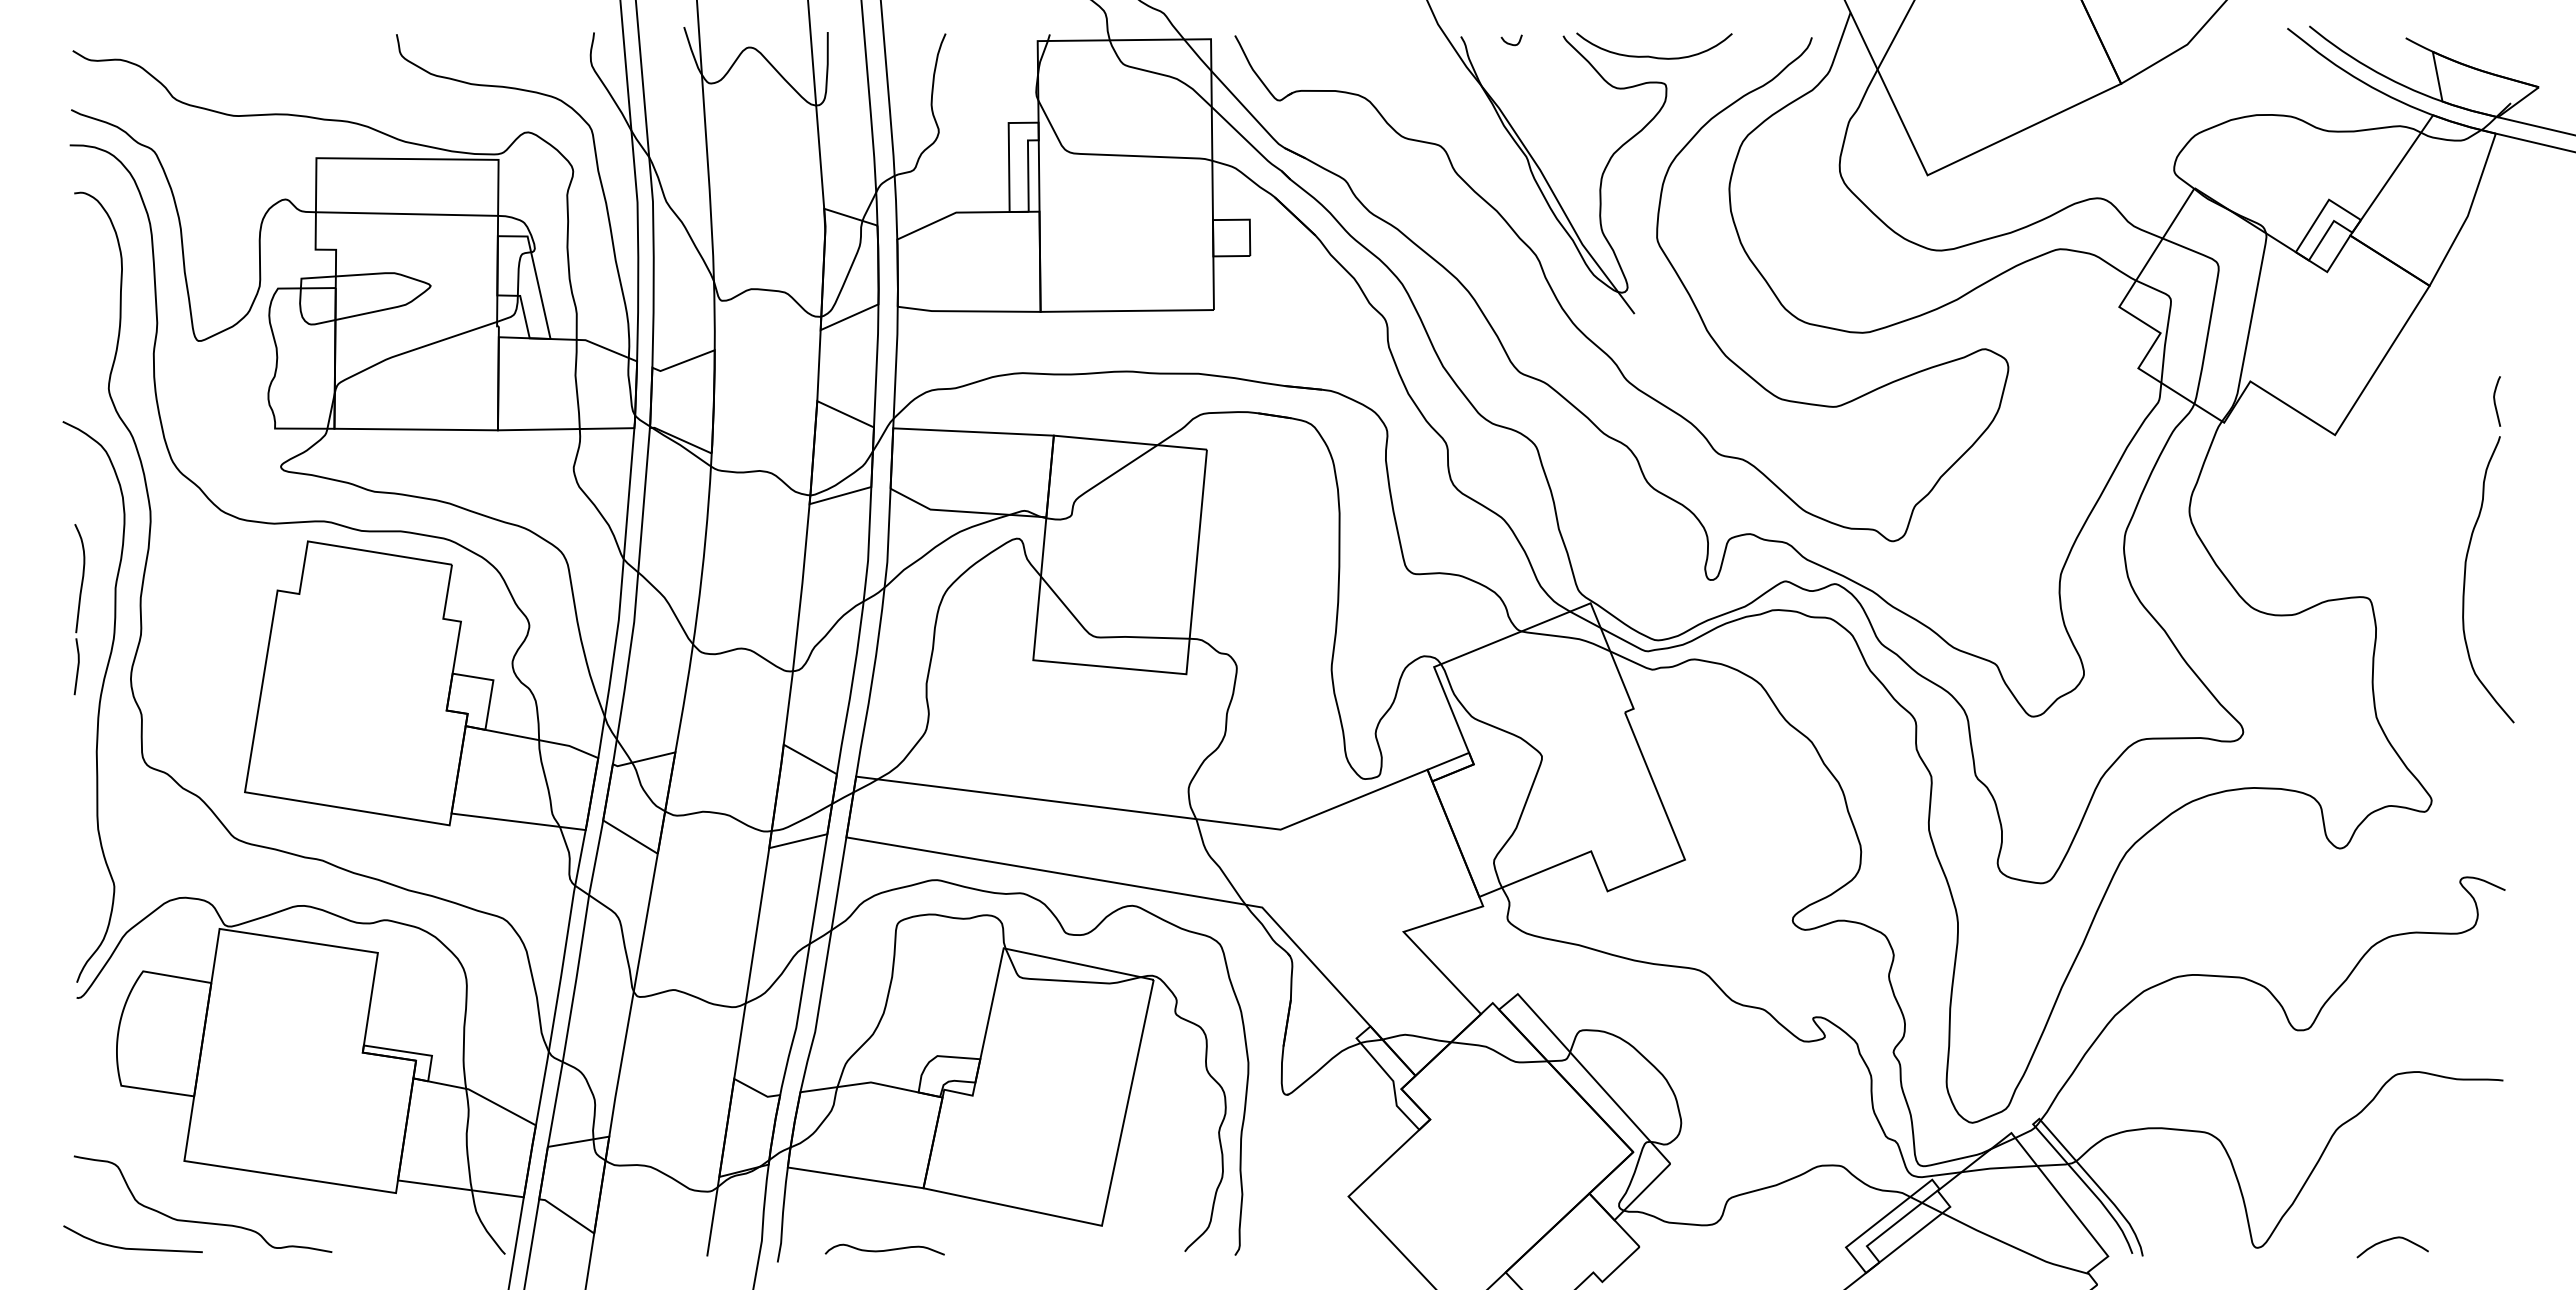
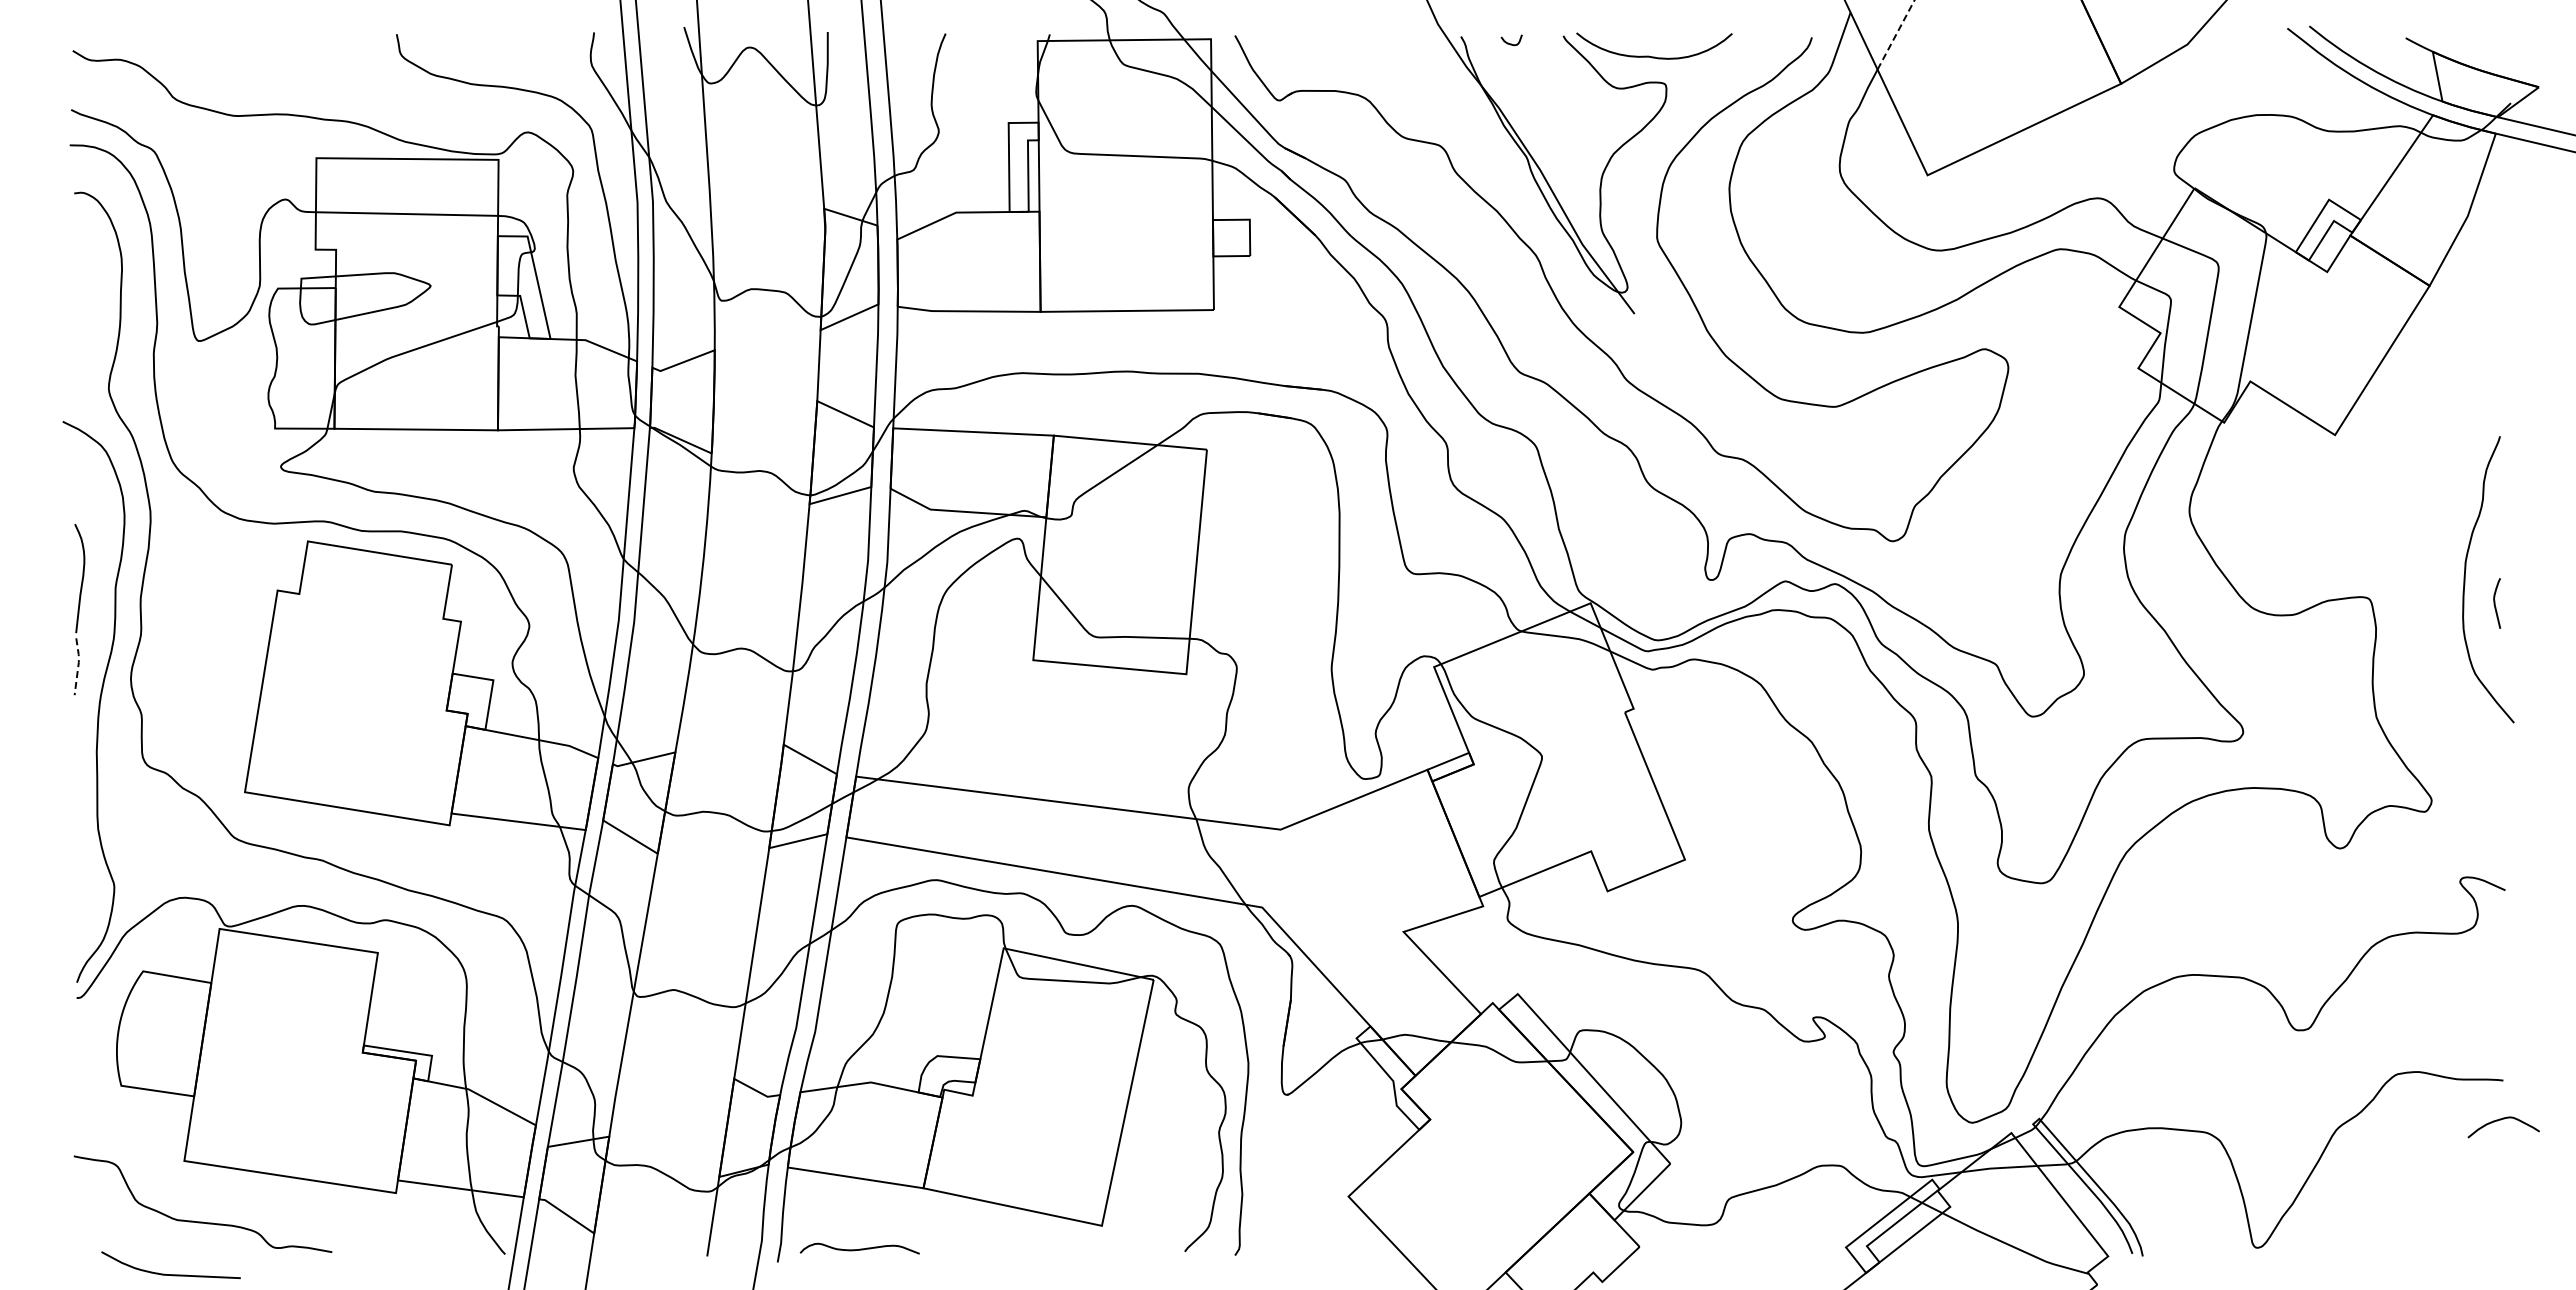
line at (1895, 35): solid -> dashed
curve at (2495, 401) position: (2495, 401) -> (2495, 603)
line at (78, 666): solid -> dashed
curve at (2390, 1240) position: (2390, 1240) -> (2501, 1120)
curve at (132, 1248) position: (132, 1248) -> (170, 1274)
curve at (884, 1249) position: (884, 1249) -> (859, 1248)
